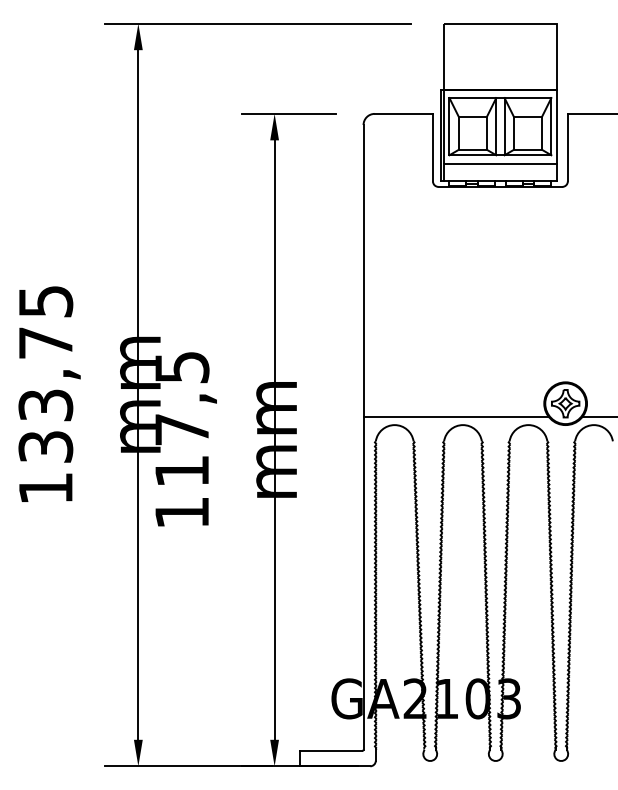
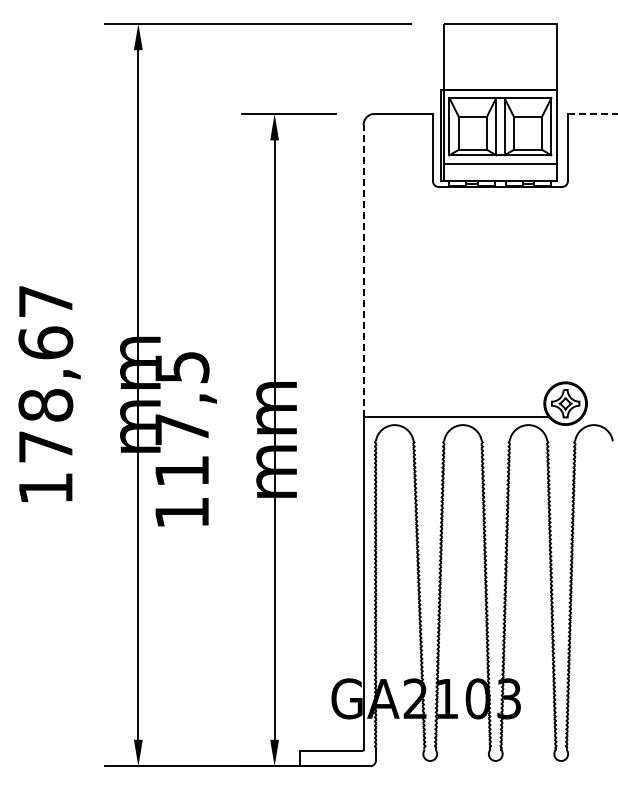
line at (592, 113): solid -> dashed
line at (363, 270): solid -> dashed
text at (45, 374): 133,75 -> 178,67
line at (598, 416): present -> none
